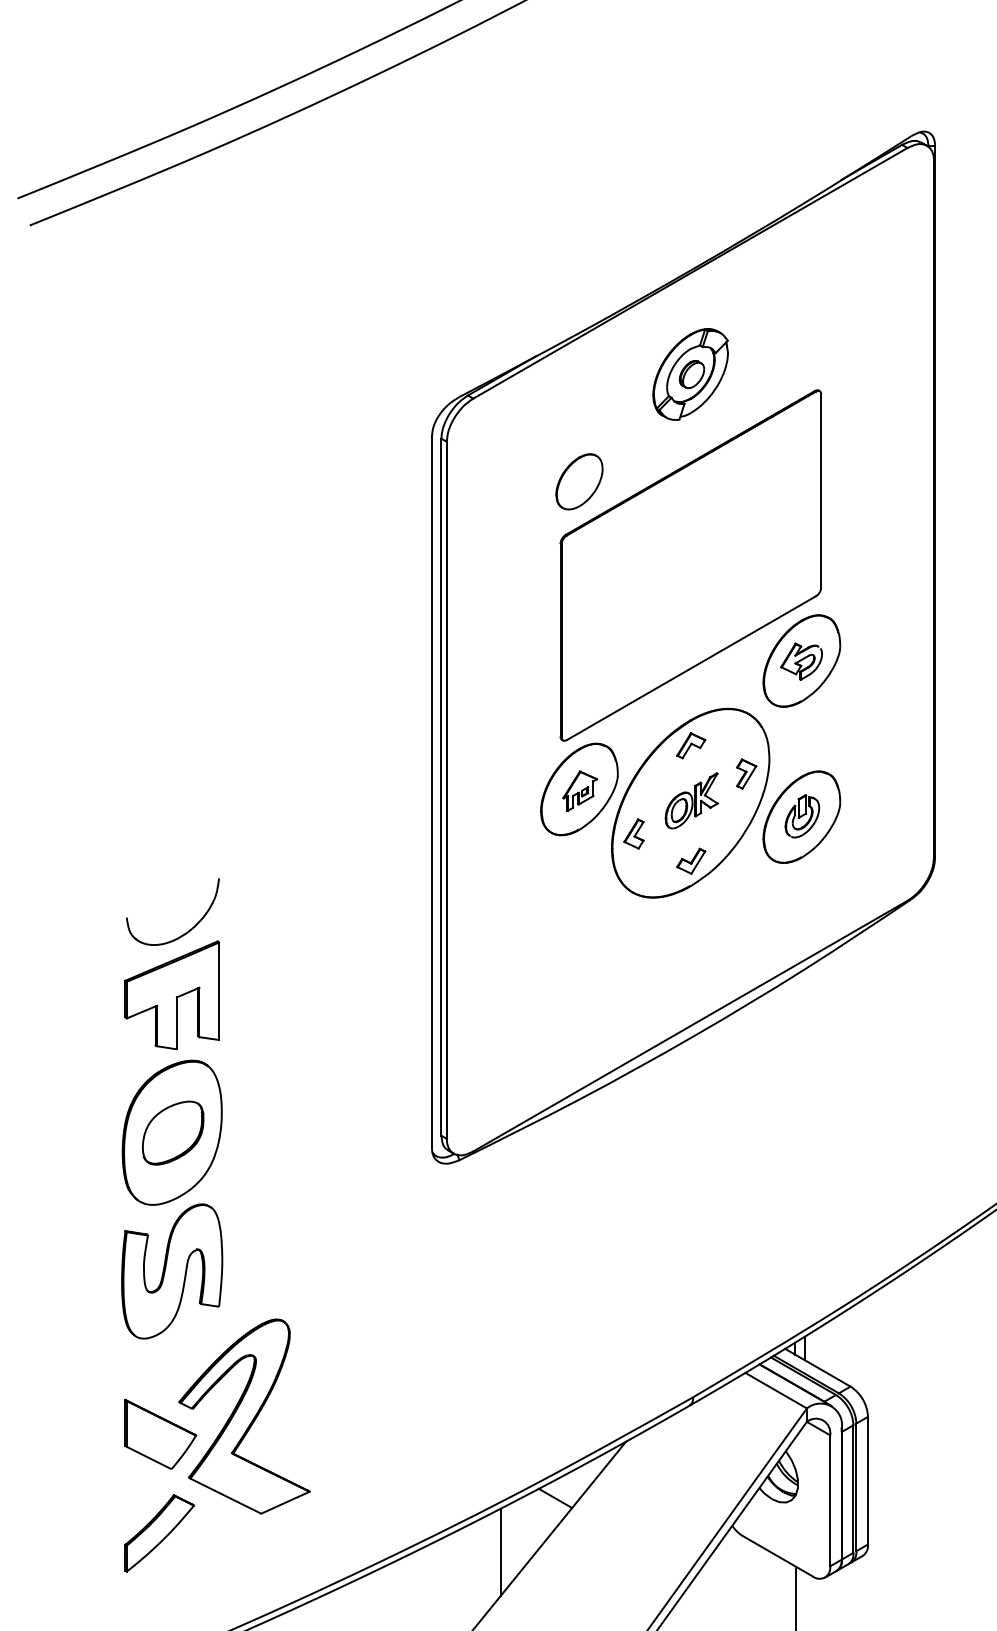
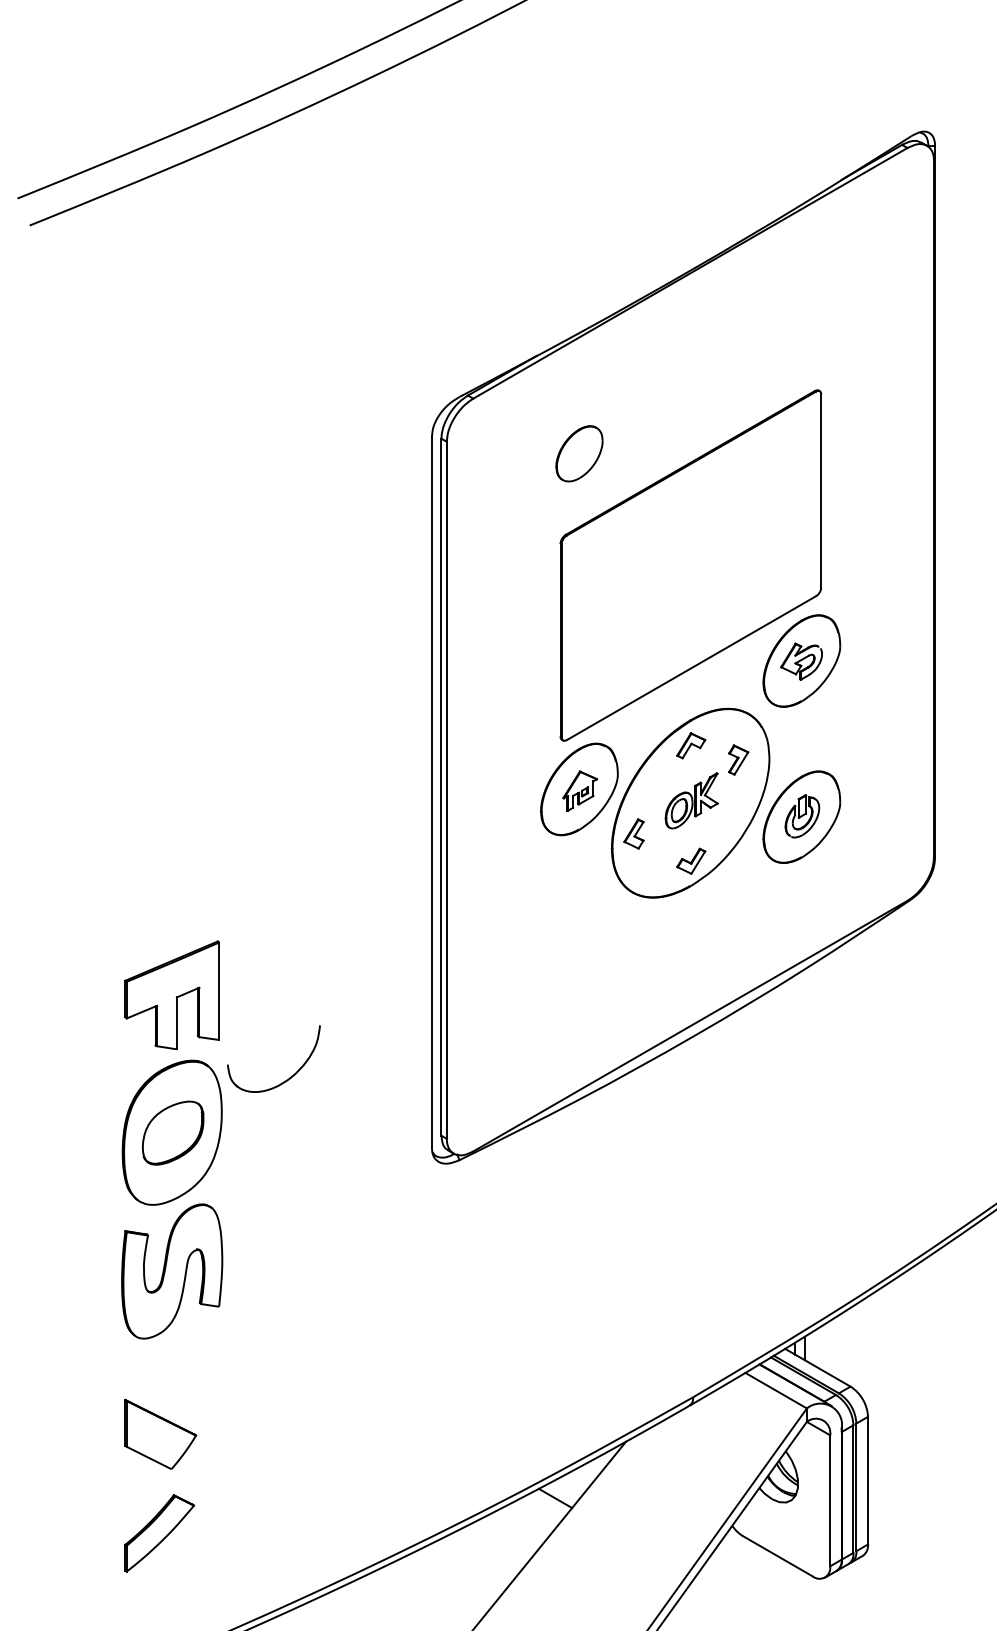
part at (690, 374): present -> none
part at (579, 481) position: (579, 481) -> (579, 453)
part at (746, 773) position: (746, 773) -> (738, 759)
part at (185, 932) position: (185, 932) -> (286, 1079)
part at (244, 1416): present -> none
line at (500, 1552): present -> none
line at (796, 1596): present -> none
